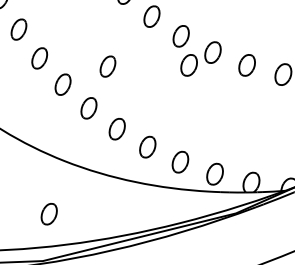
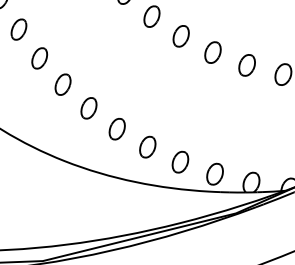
part at (188, 65): present -> none
part at (107, 66): present -> none
part at (48, 214): present -> none
